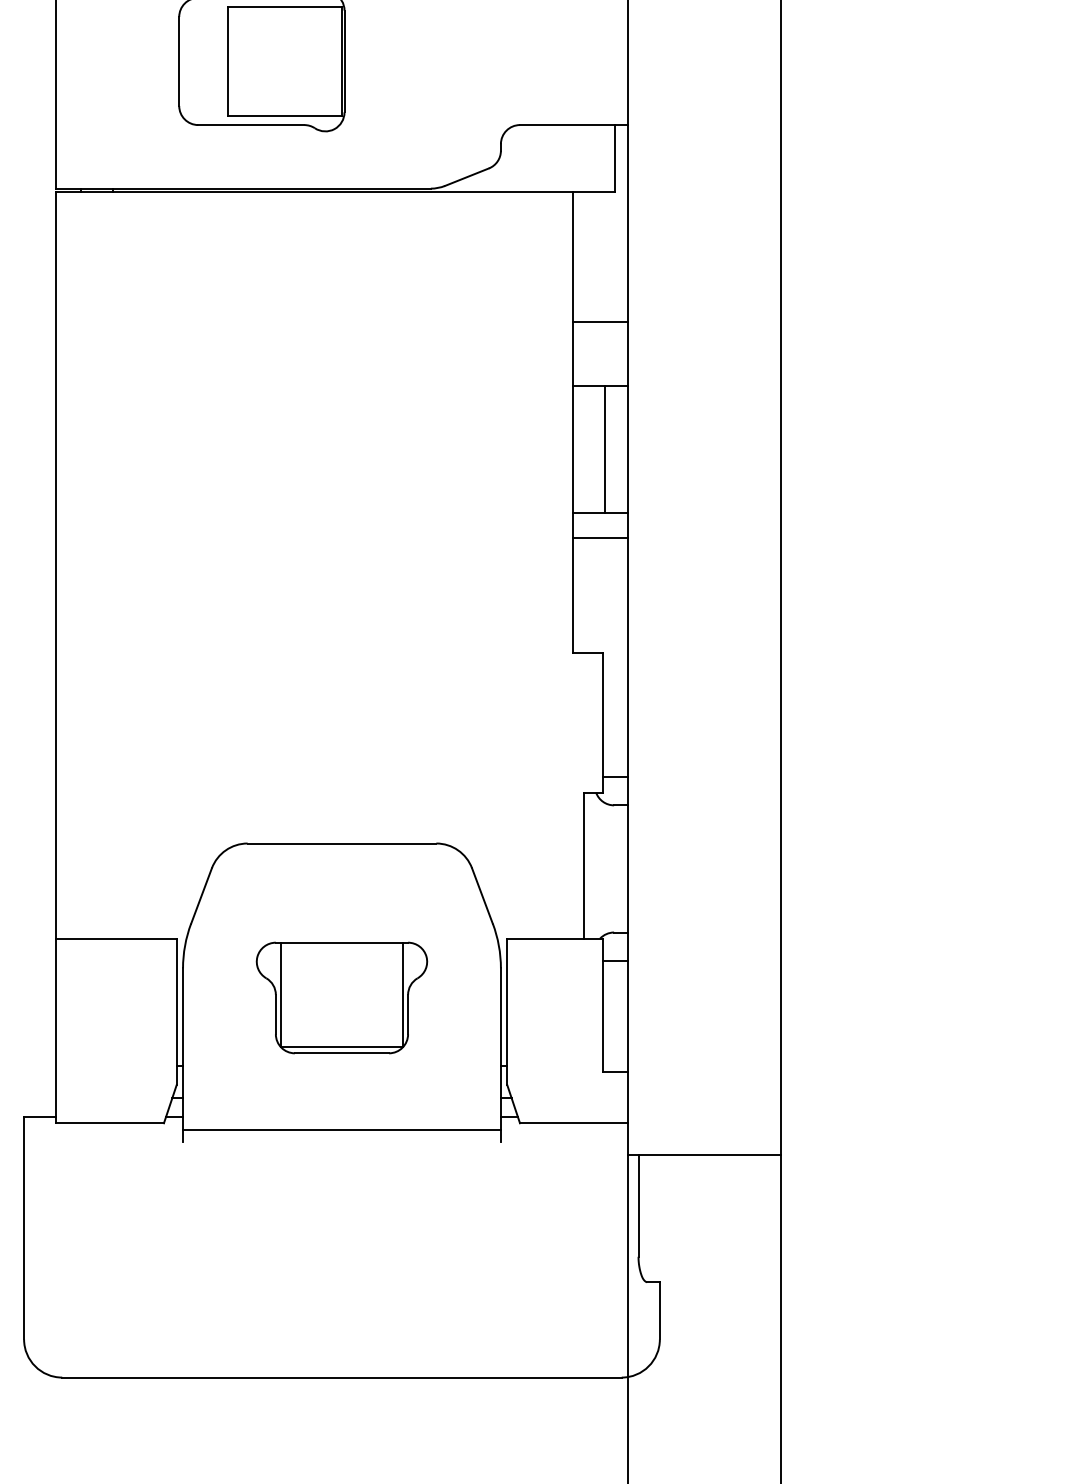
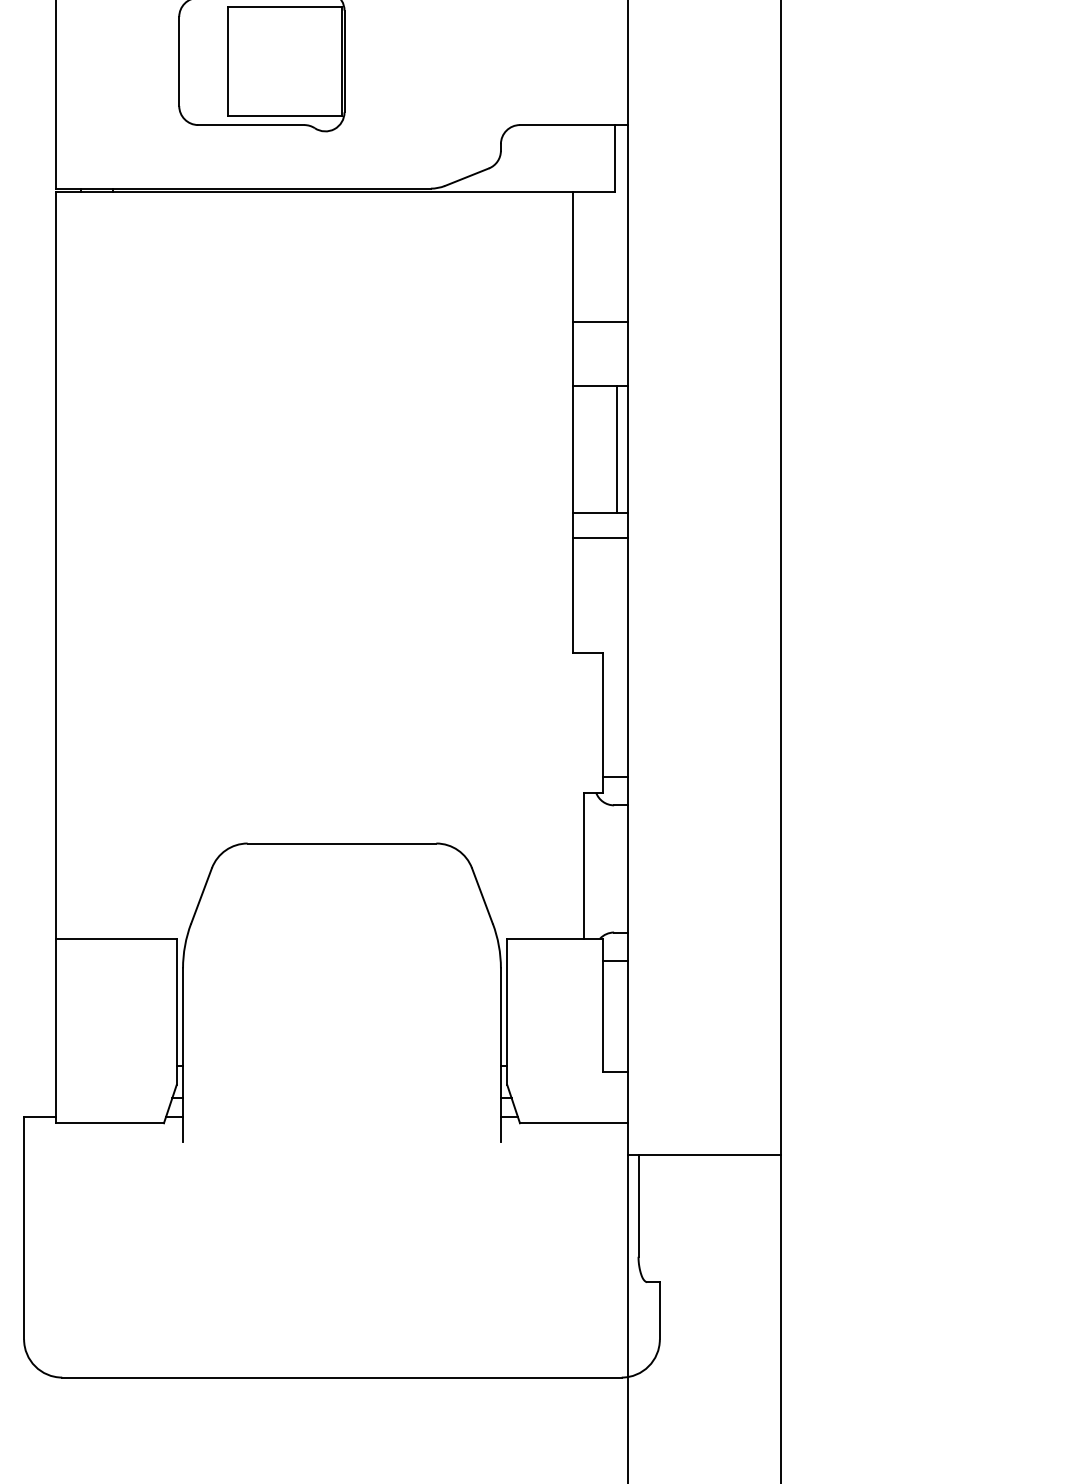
line at (605, 448) position: (605, 448) -> (617, 448)
part at (341, 997): present -> none
line at (341, 1129): present -> none
